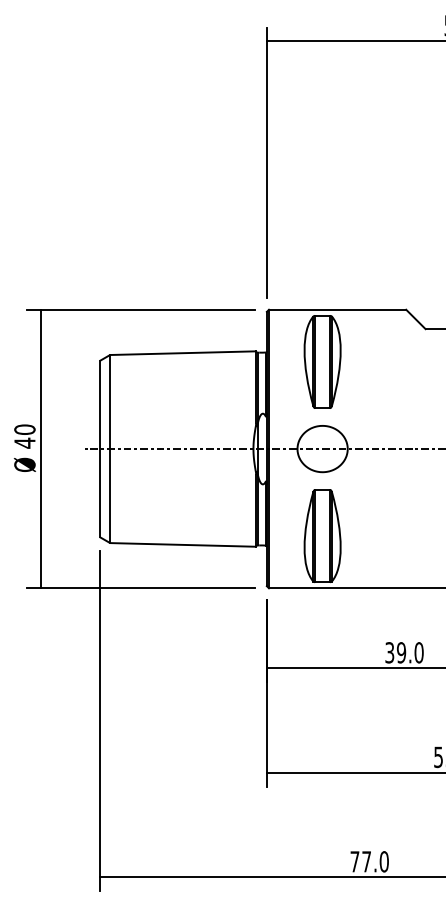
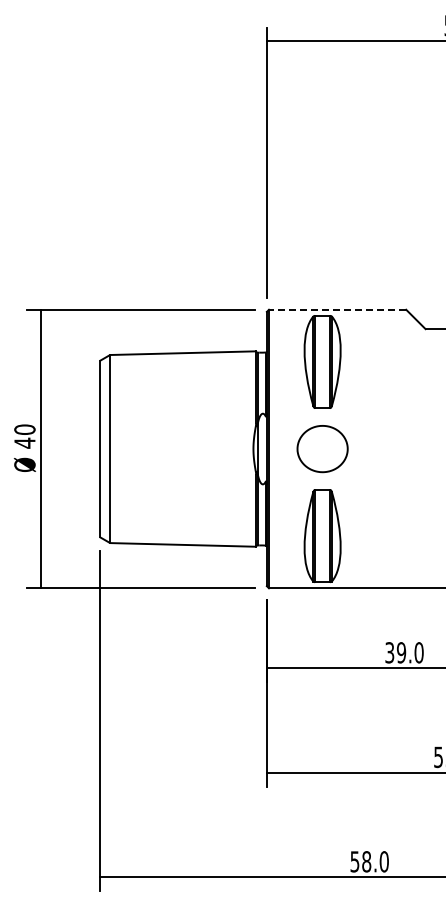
line at (337, 309): solid -> dashed
line at (262, 449): present -> none
text at (360, 861): 77.0 -> 58.0
